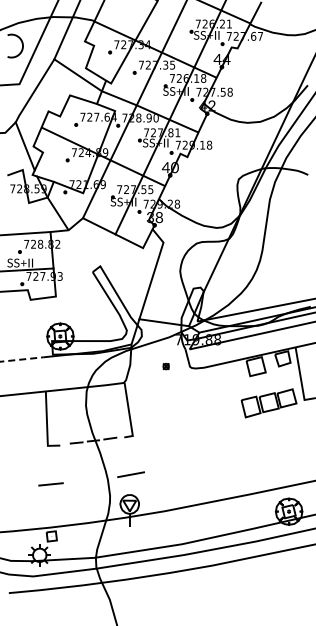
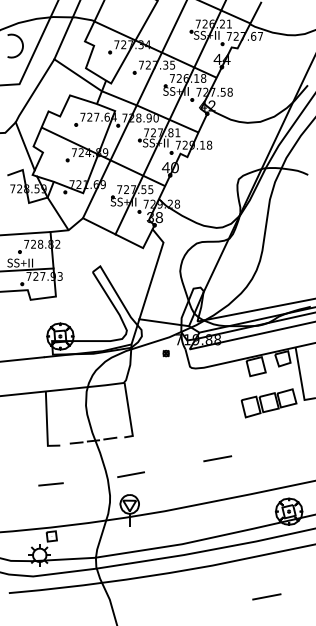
line at (21, 359): dashed -> solid
part at (165, 366) position: (165, 366) -> (165, 353)
line at (217, 458): none -> present
line at (266, 596): none -> present
